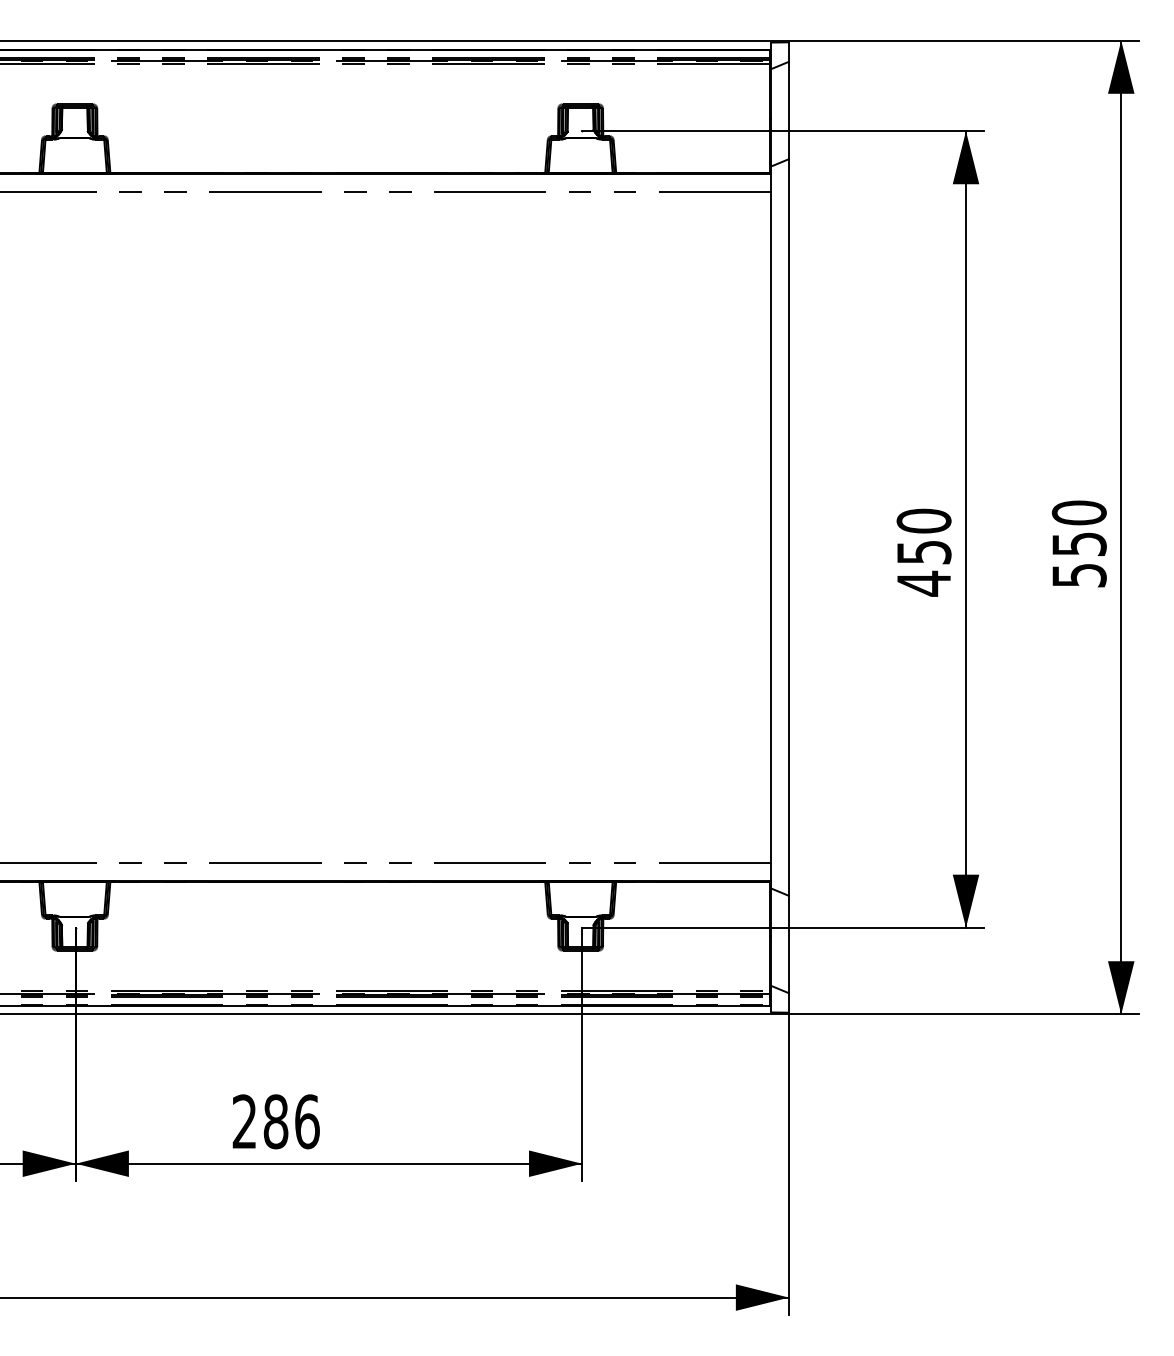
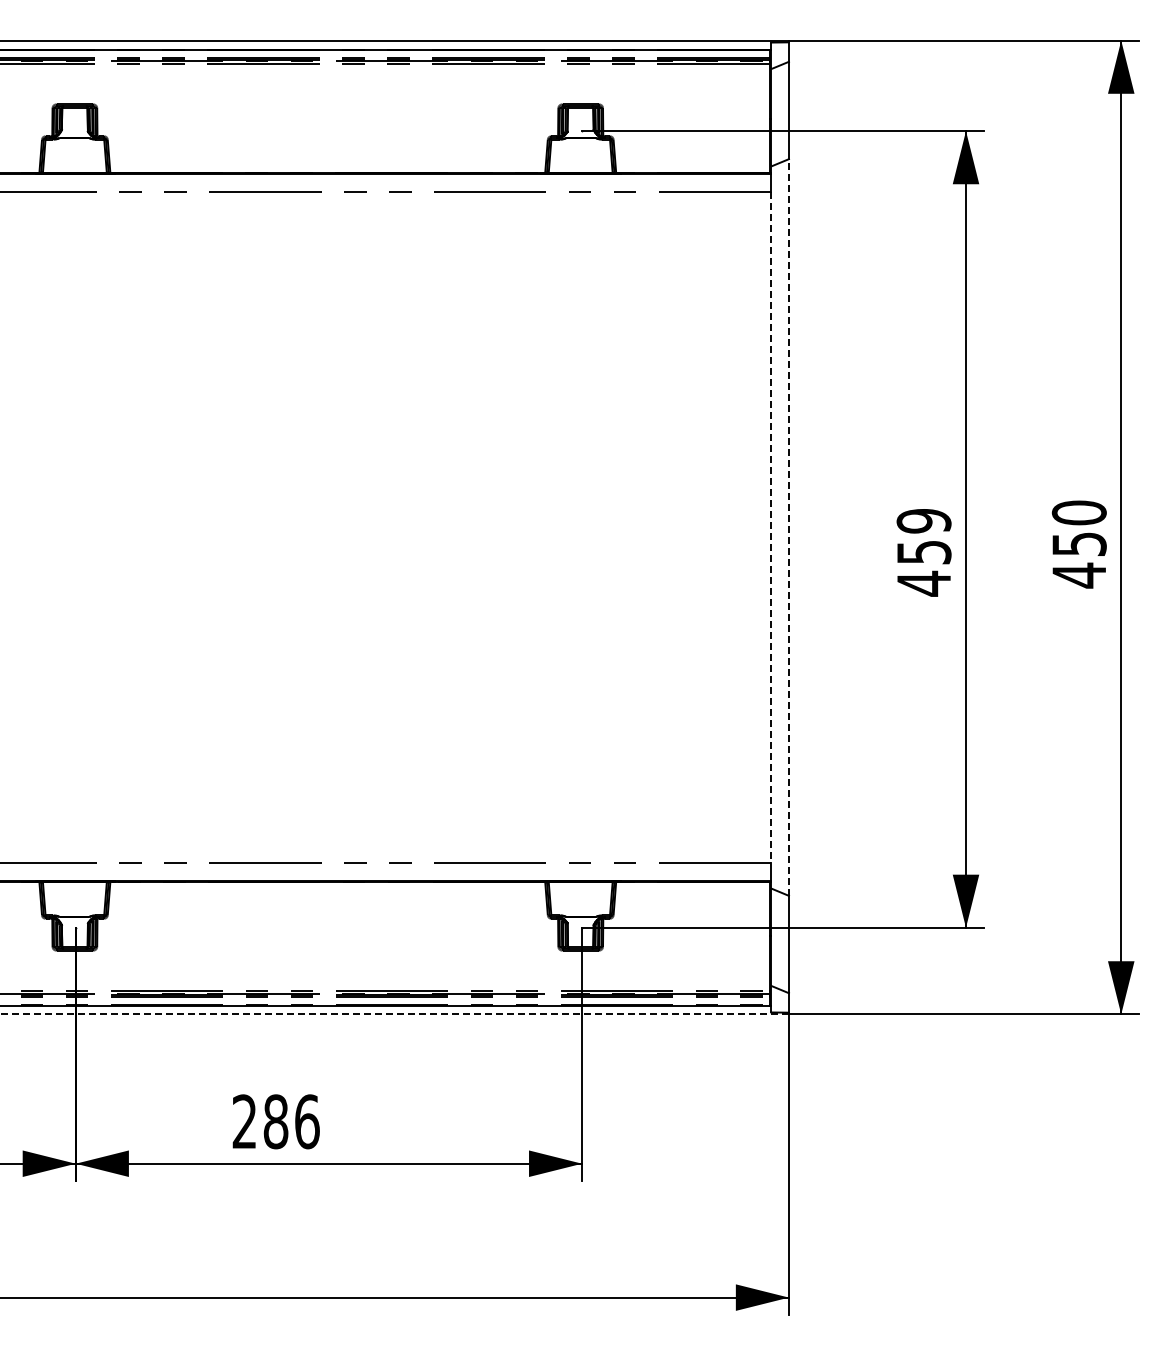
text at (923, 520): 450 -> 459
line at (788, 527): solid -> dashed
line at (771, 528): solid -> dashed
text at (1079, 575): 550 -> 450
line at (394, 1014): solid -> dashed
